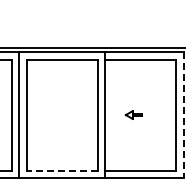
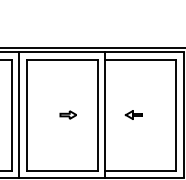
part at (67, 114): none -> present
line at (183, 115): dashed -> solid
line at (61, 170): dashed -> solid
